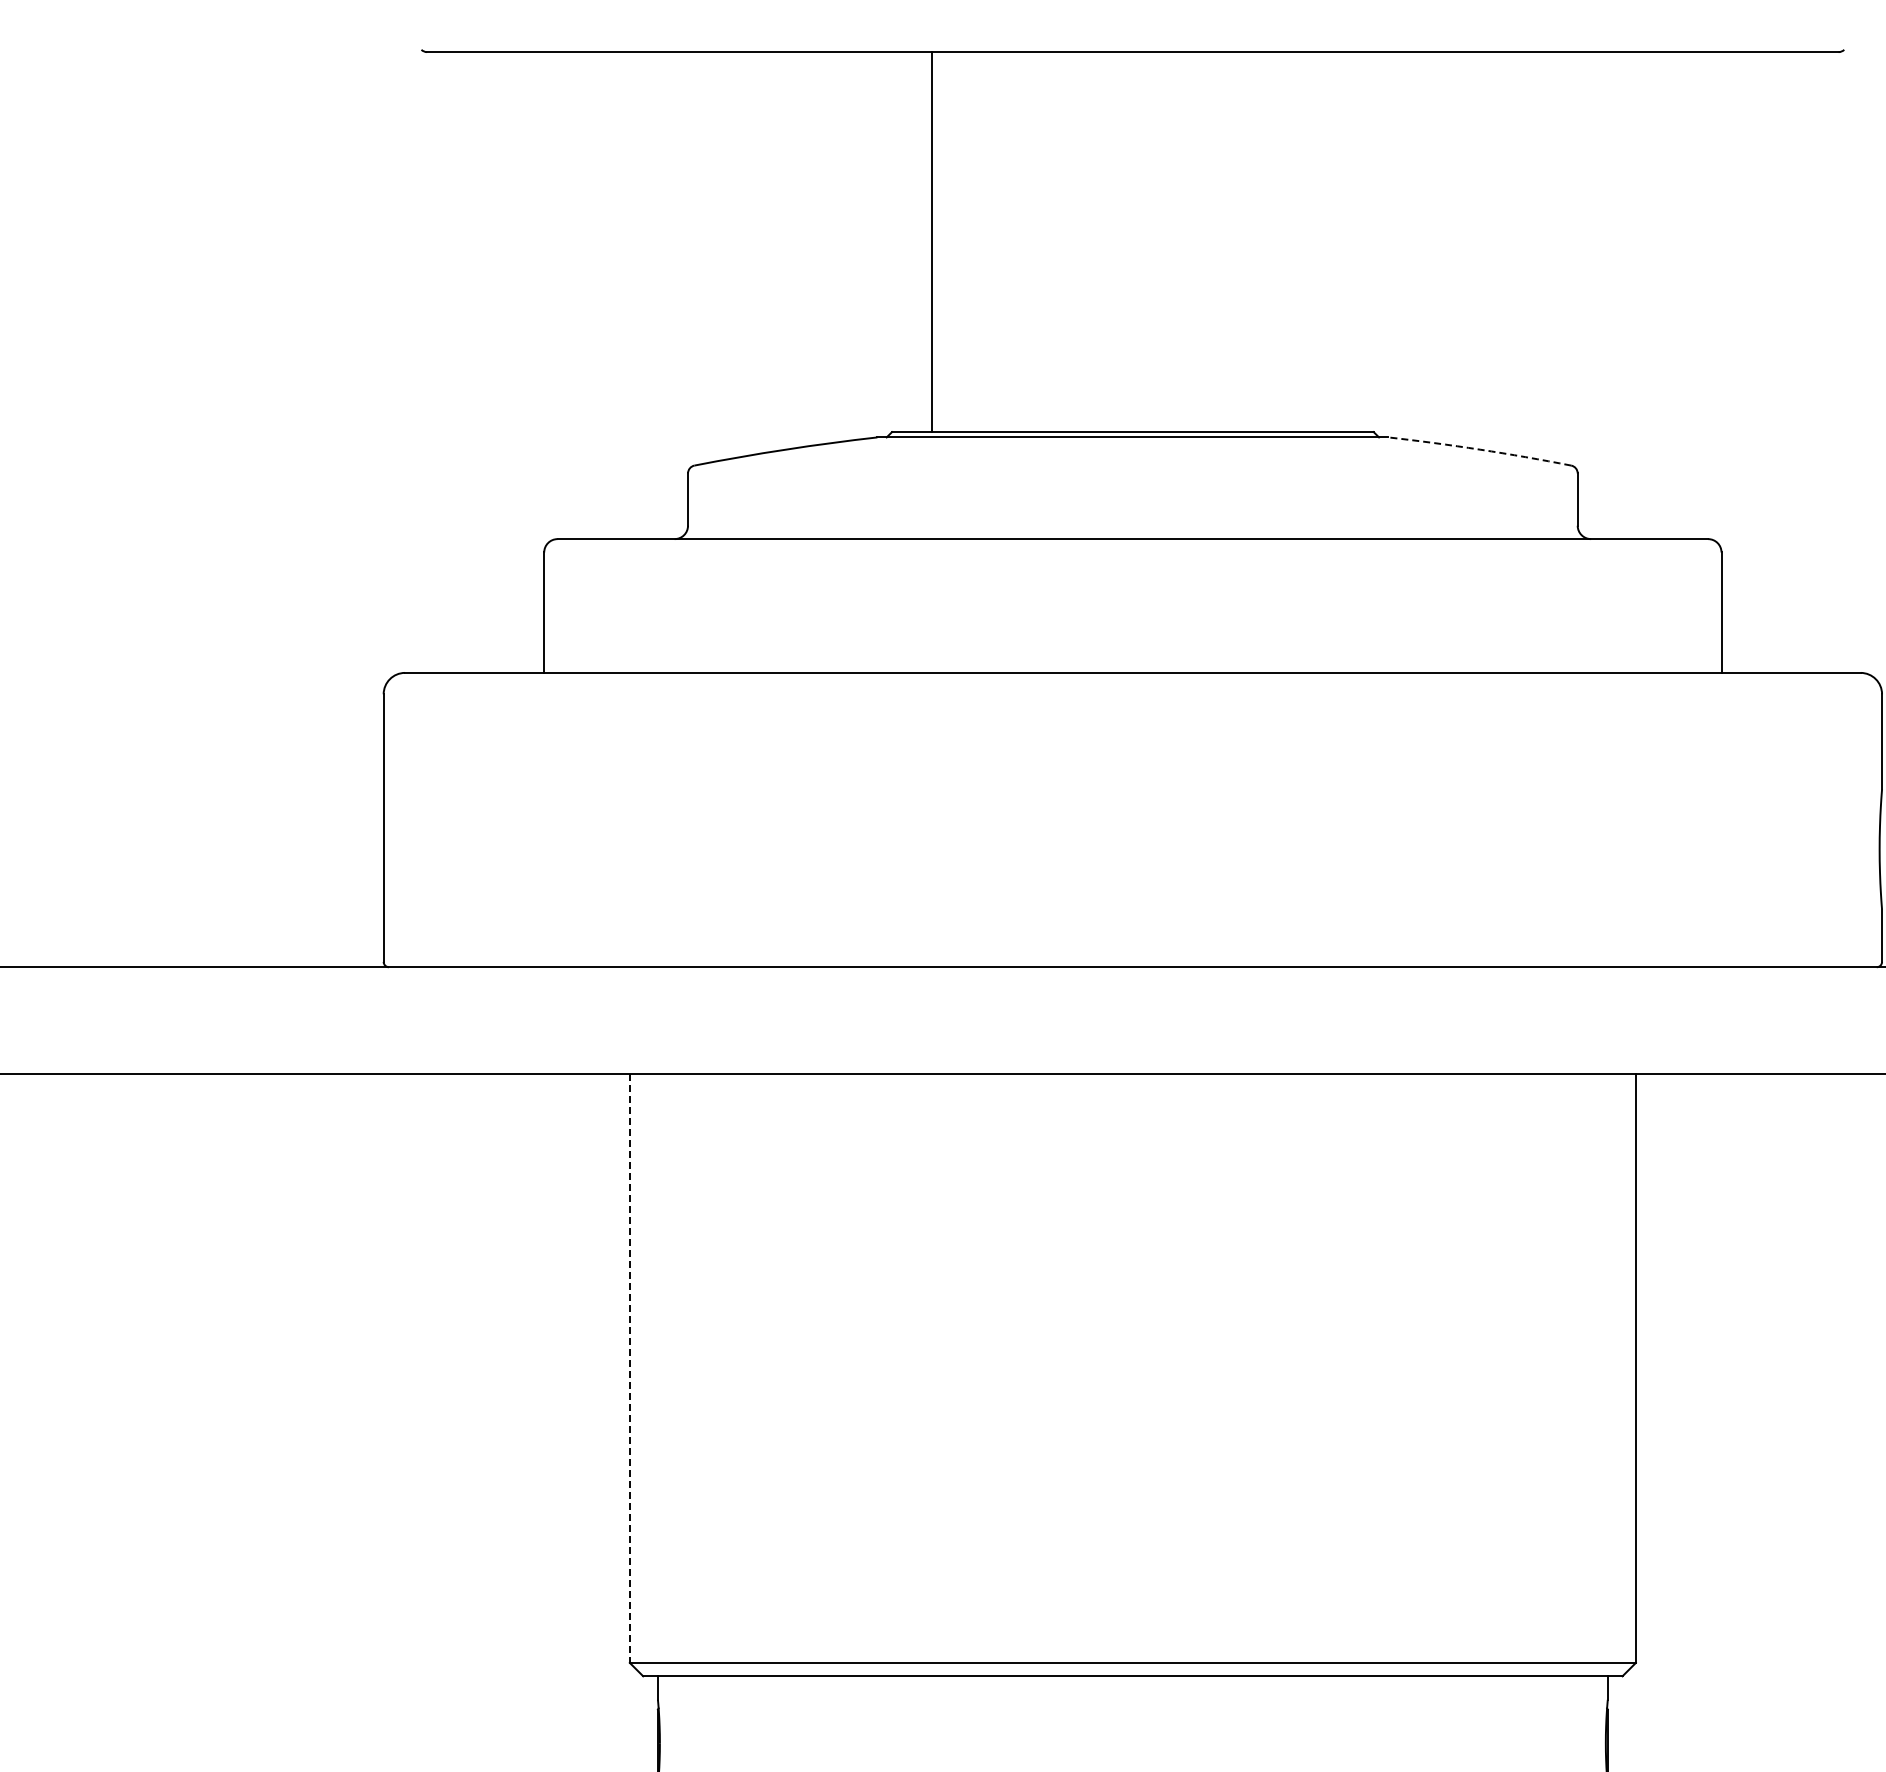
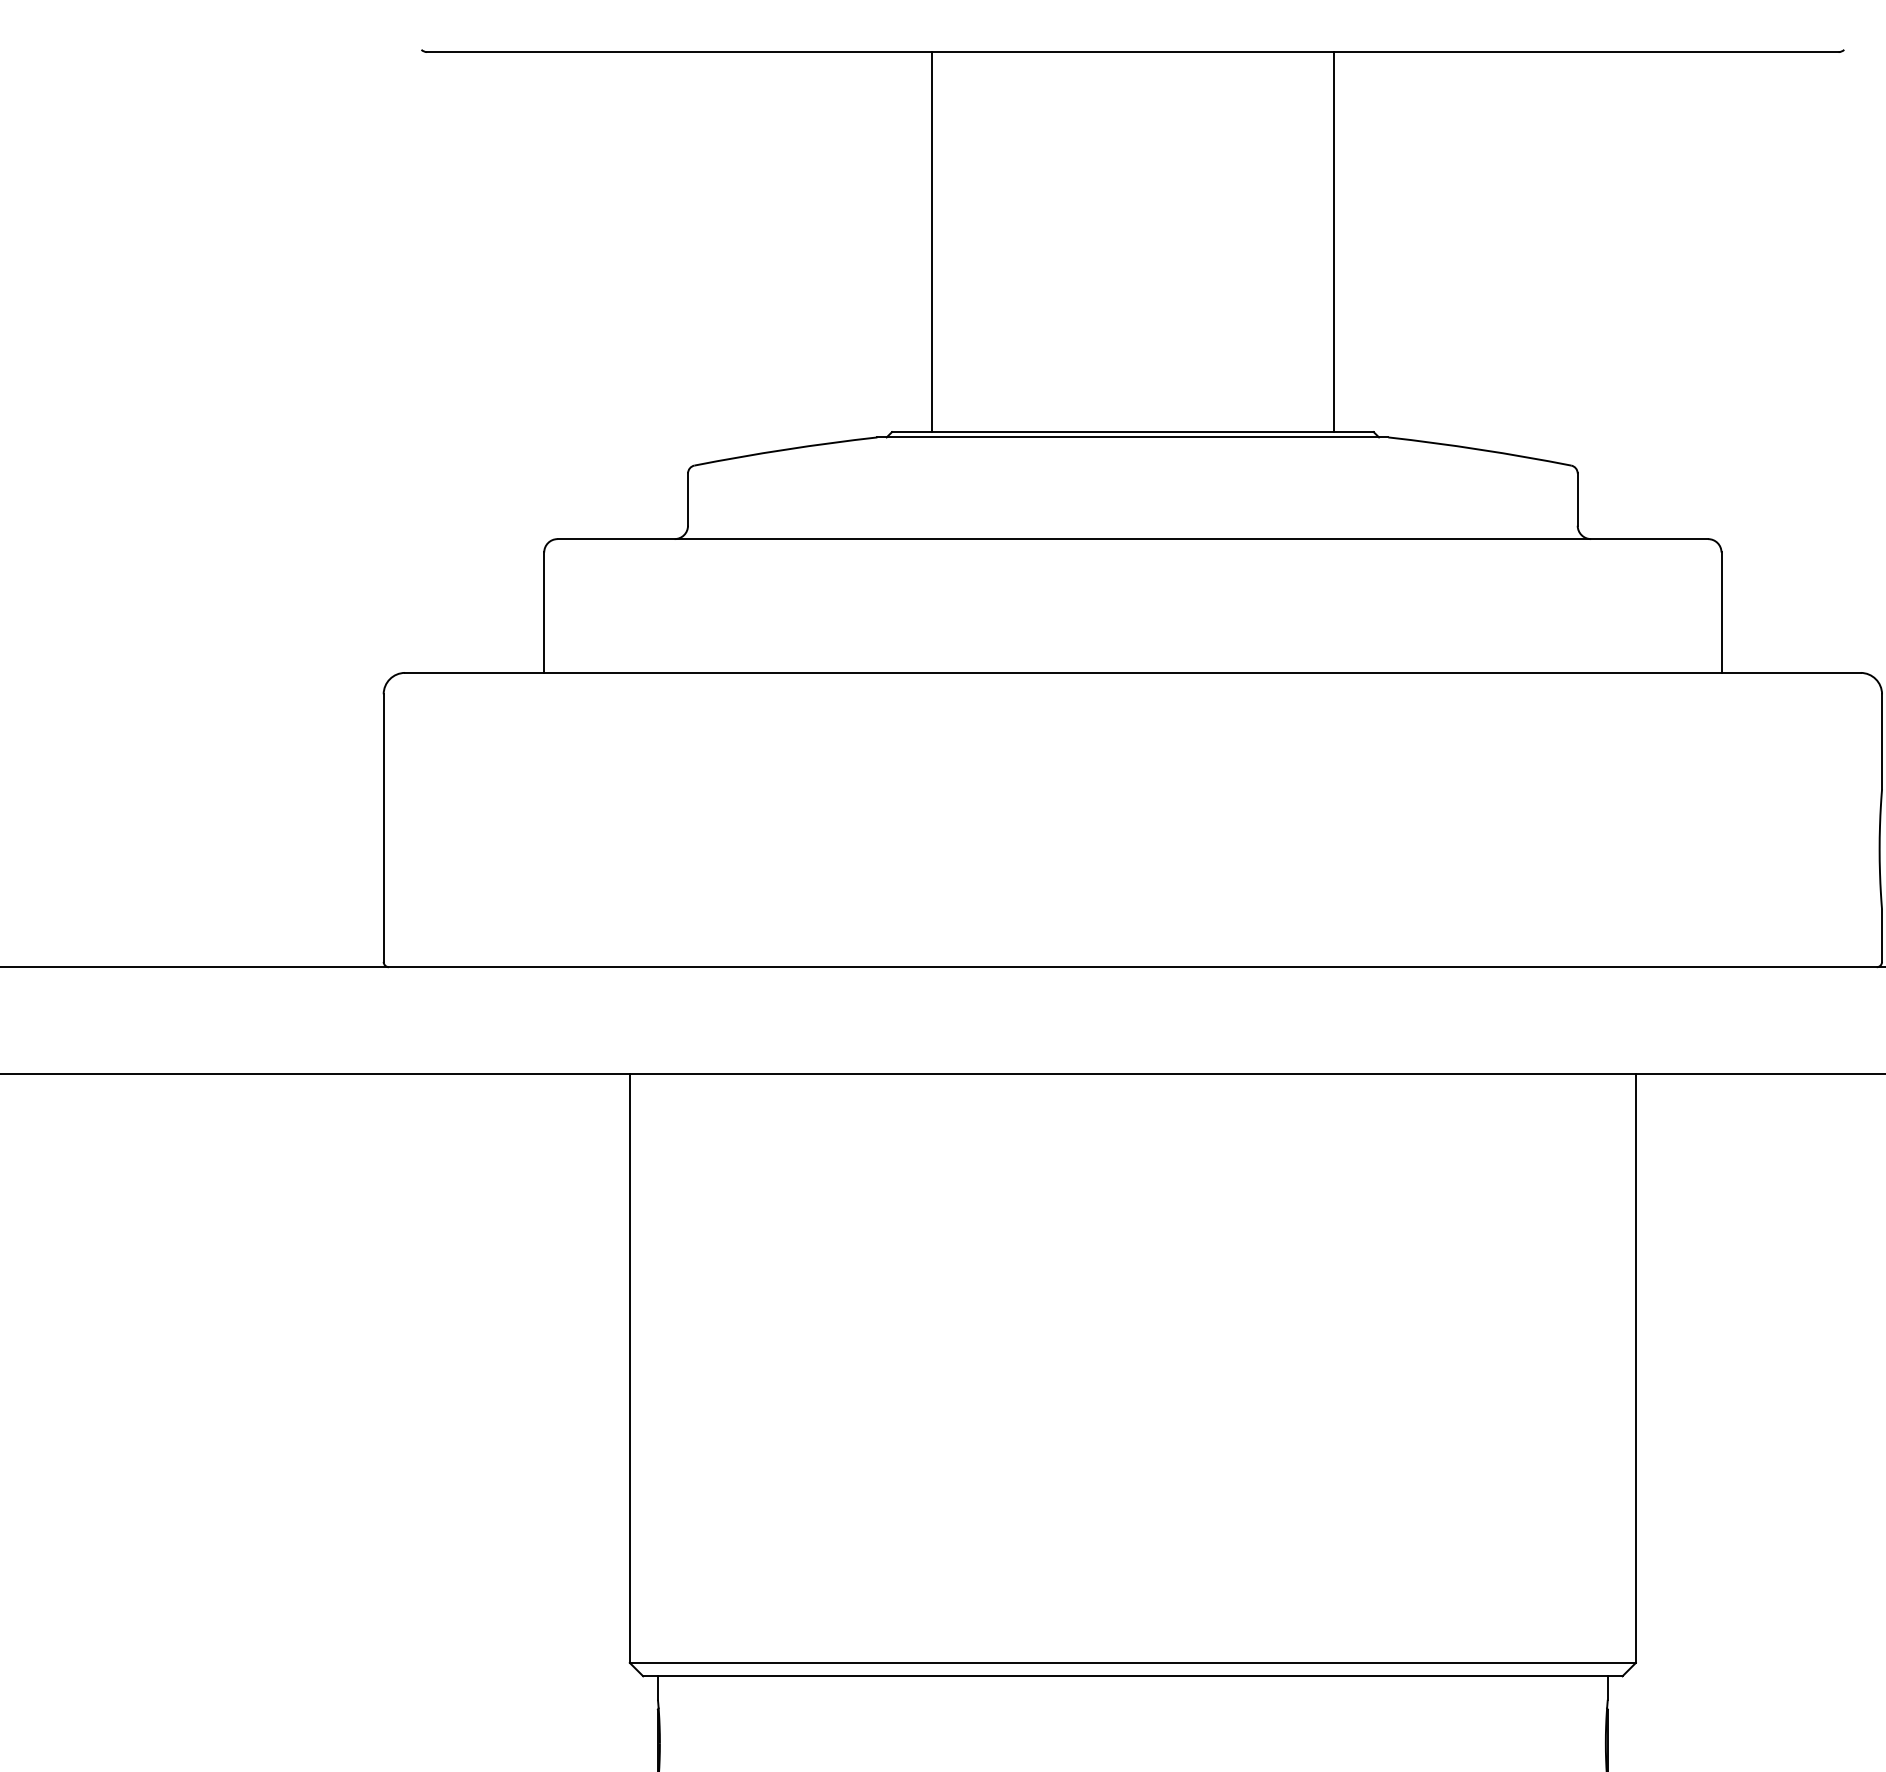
line at (1333, 242): none -> present
arc at (1480, 449): dashed -> solid
line at (629, 1369): dashed -> solid
